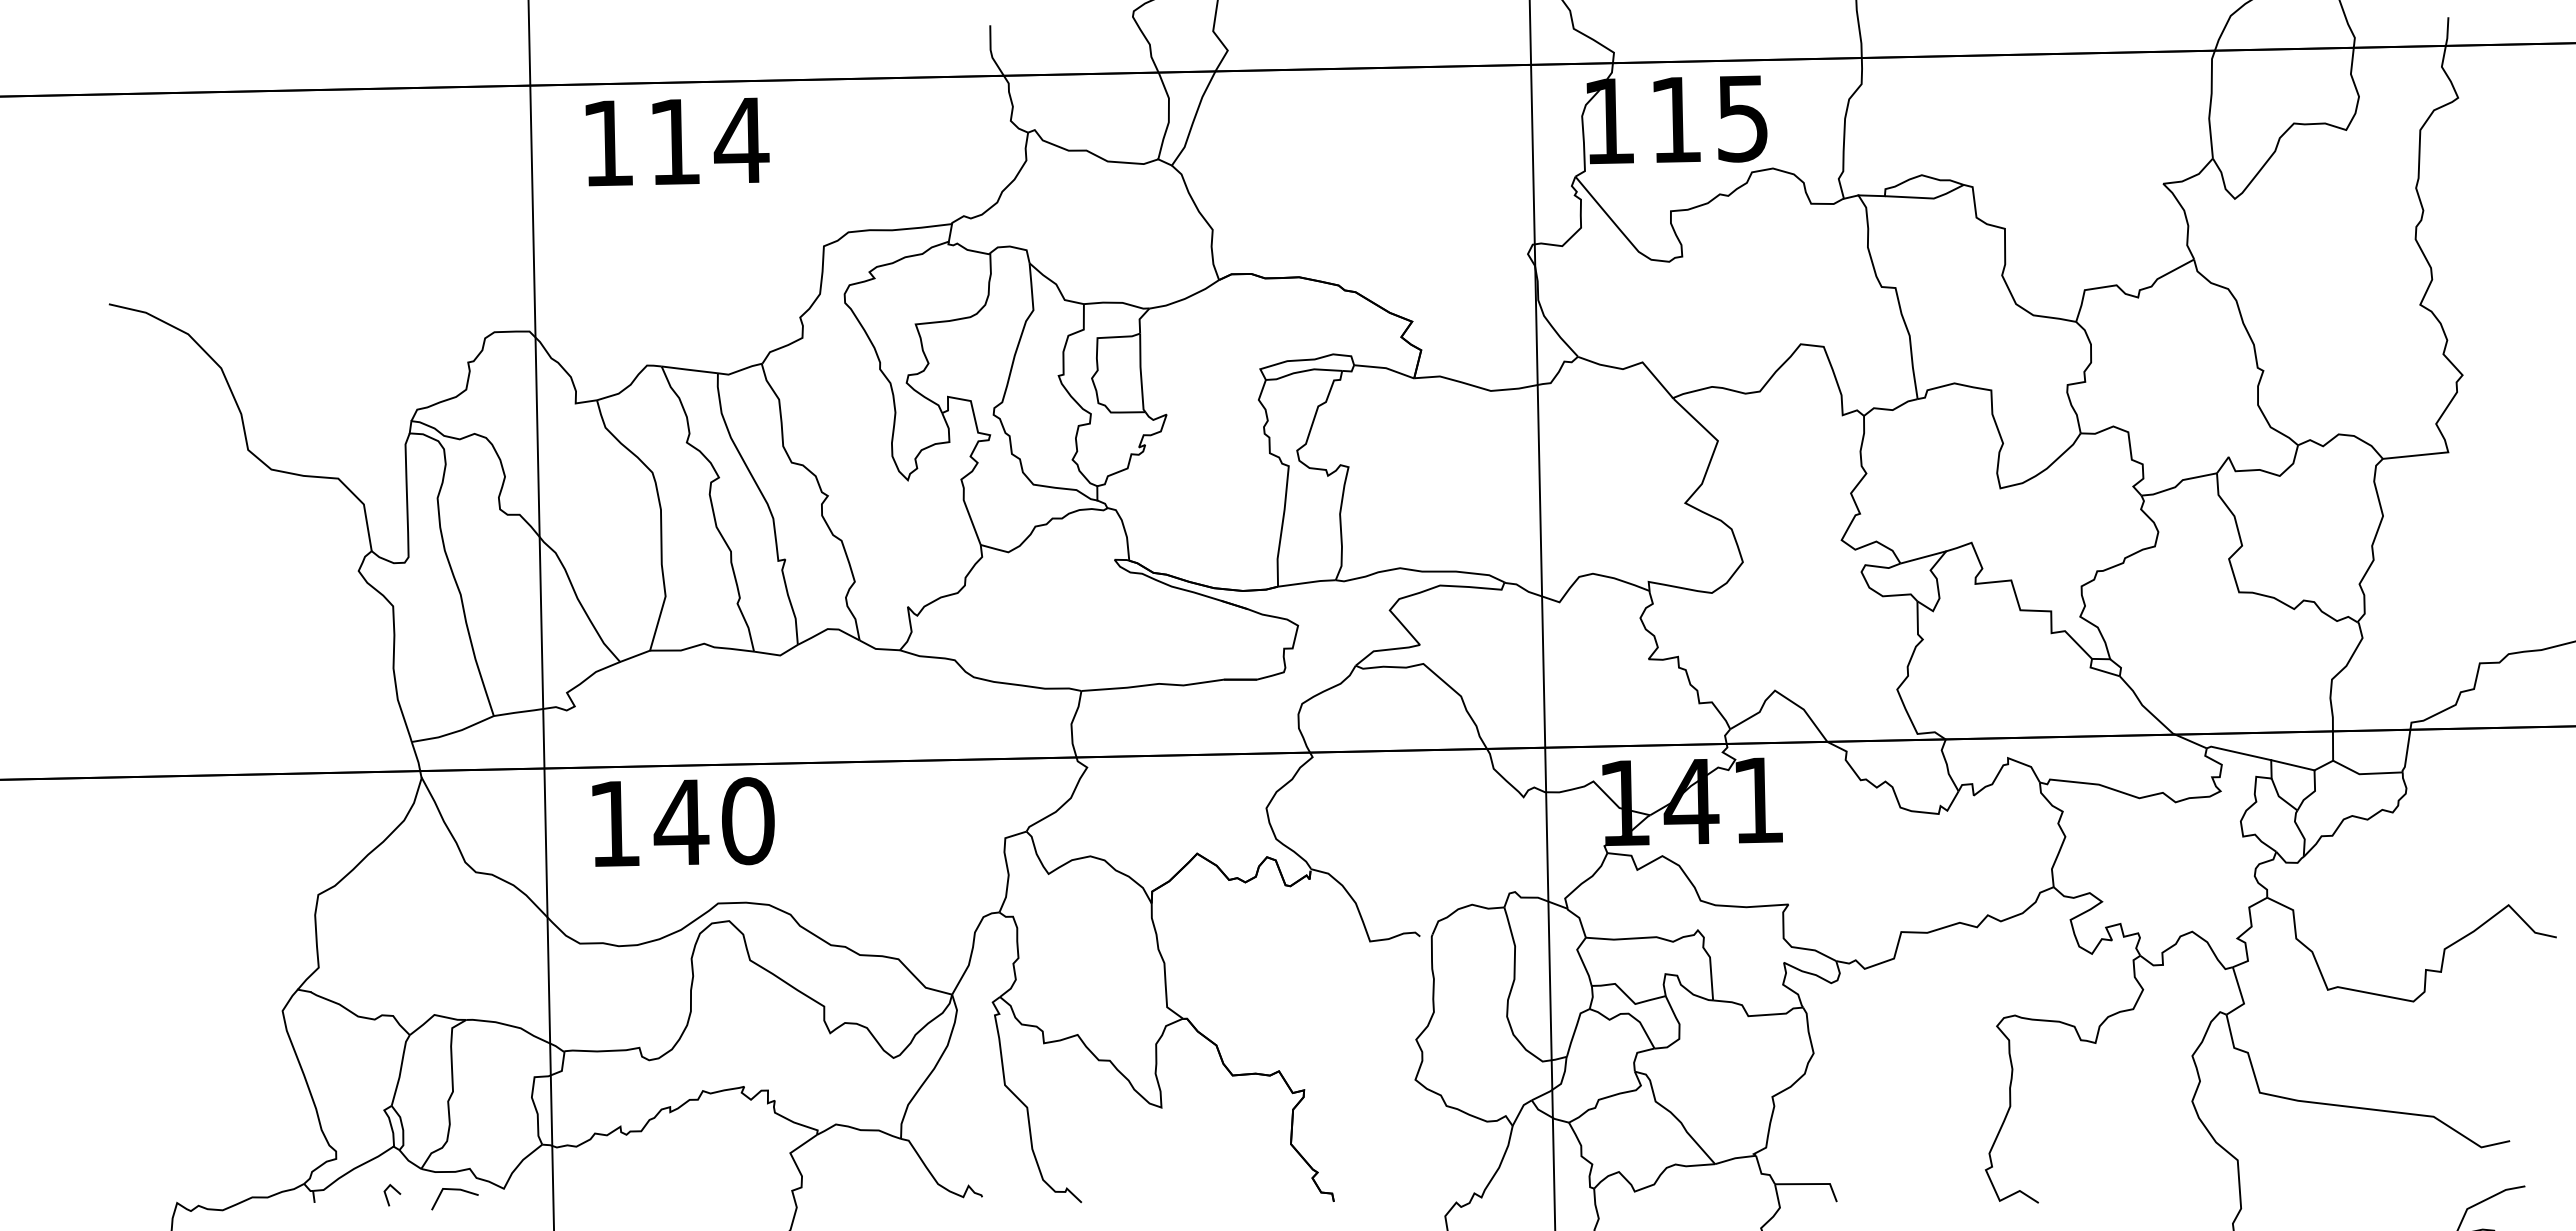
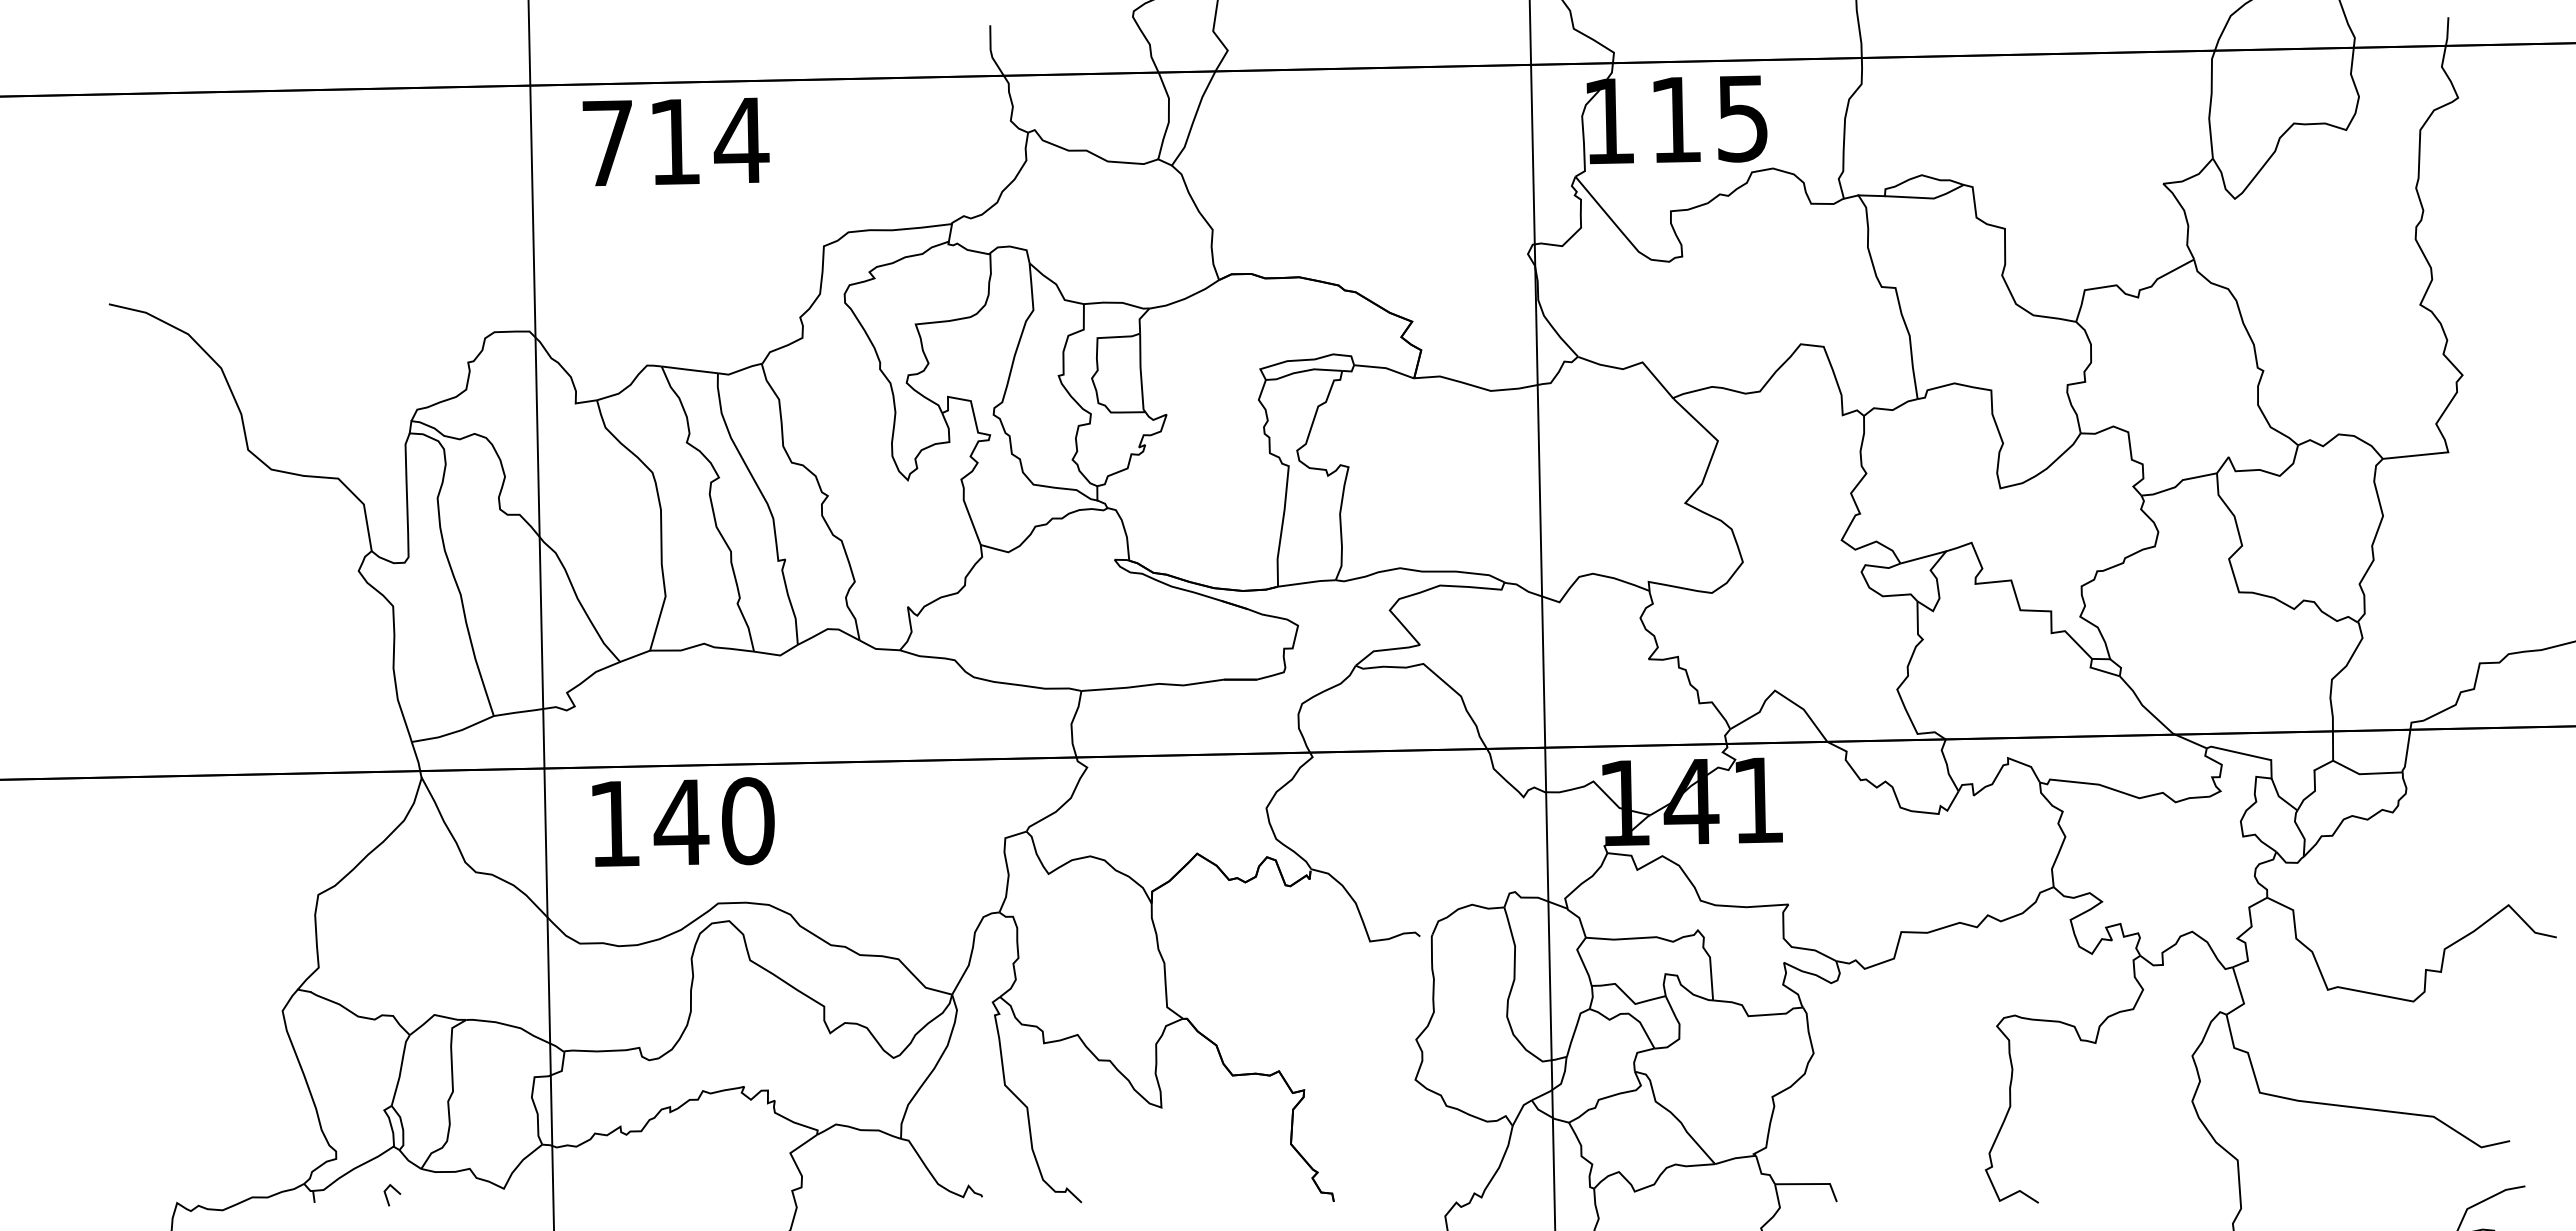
text at (607, 143): 114 -> 714
line at (2292, 765): present -> none
line at (454, 1190): present -> none
